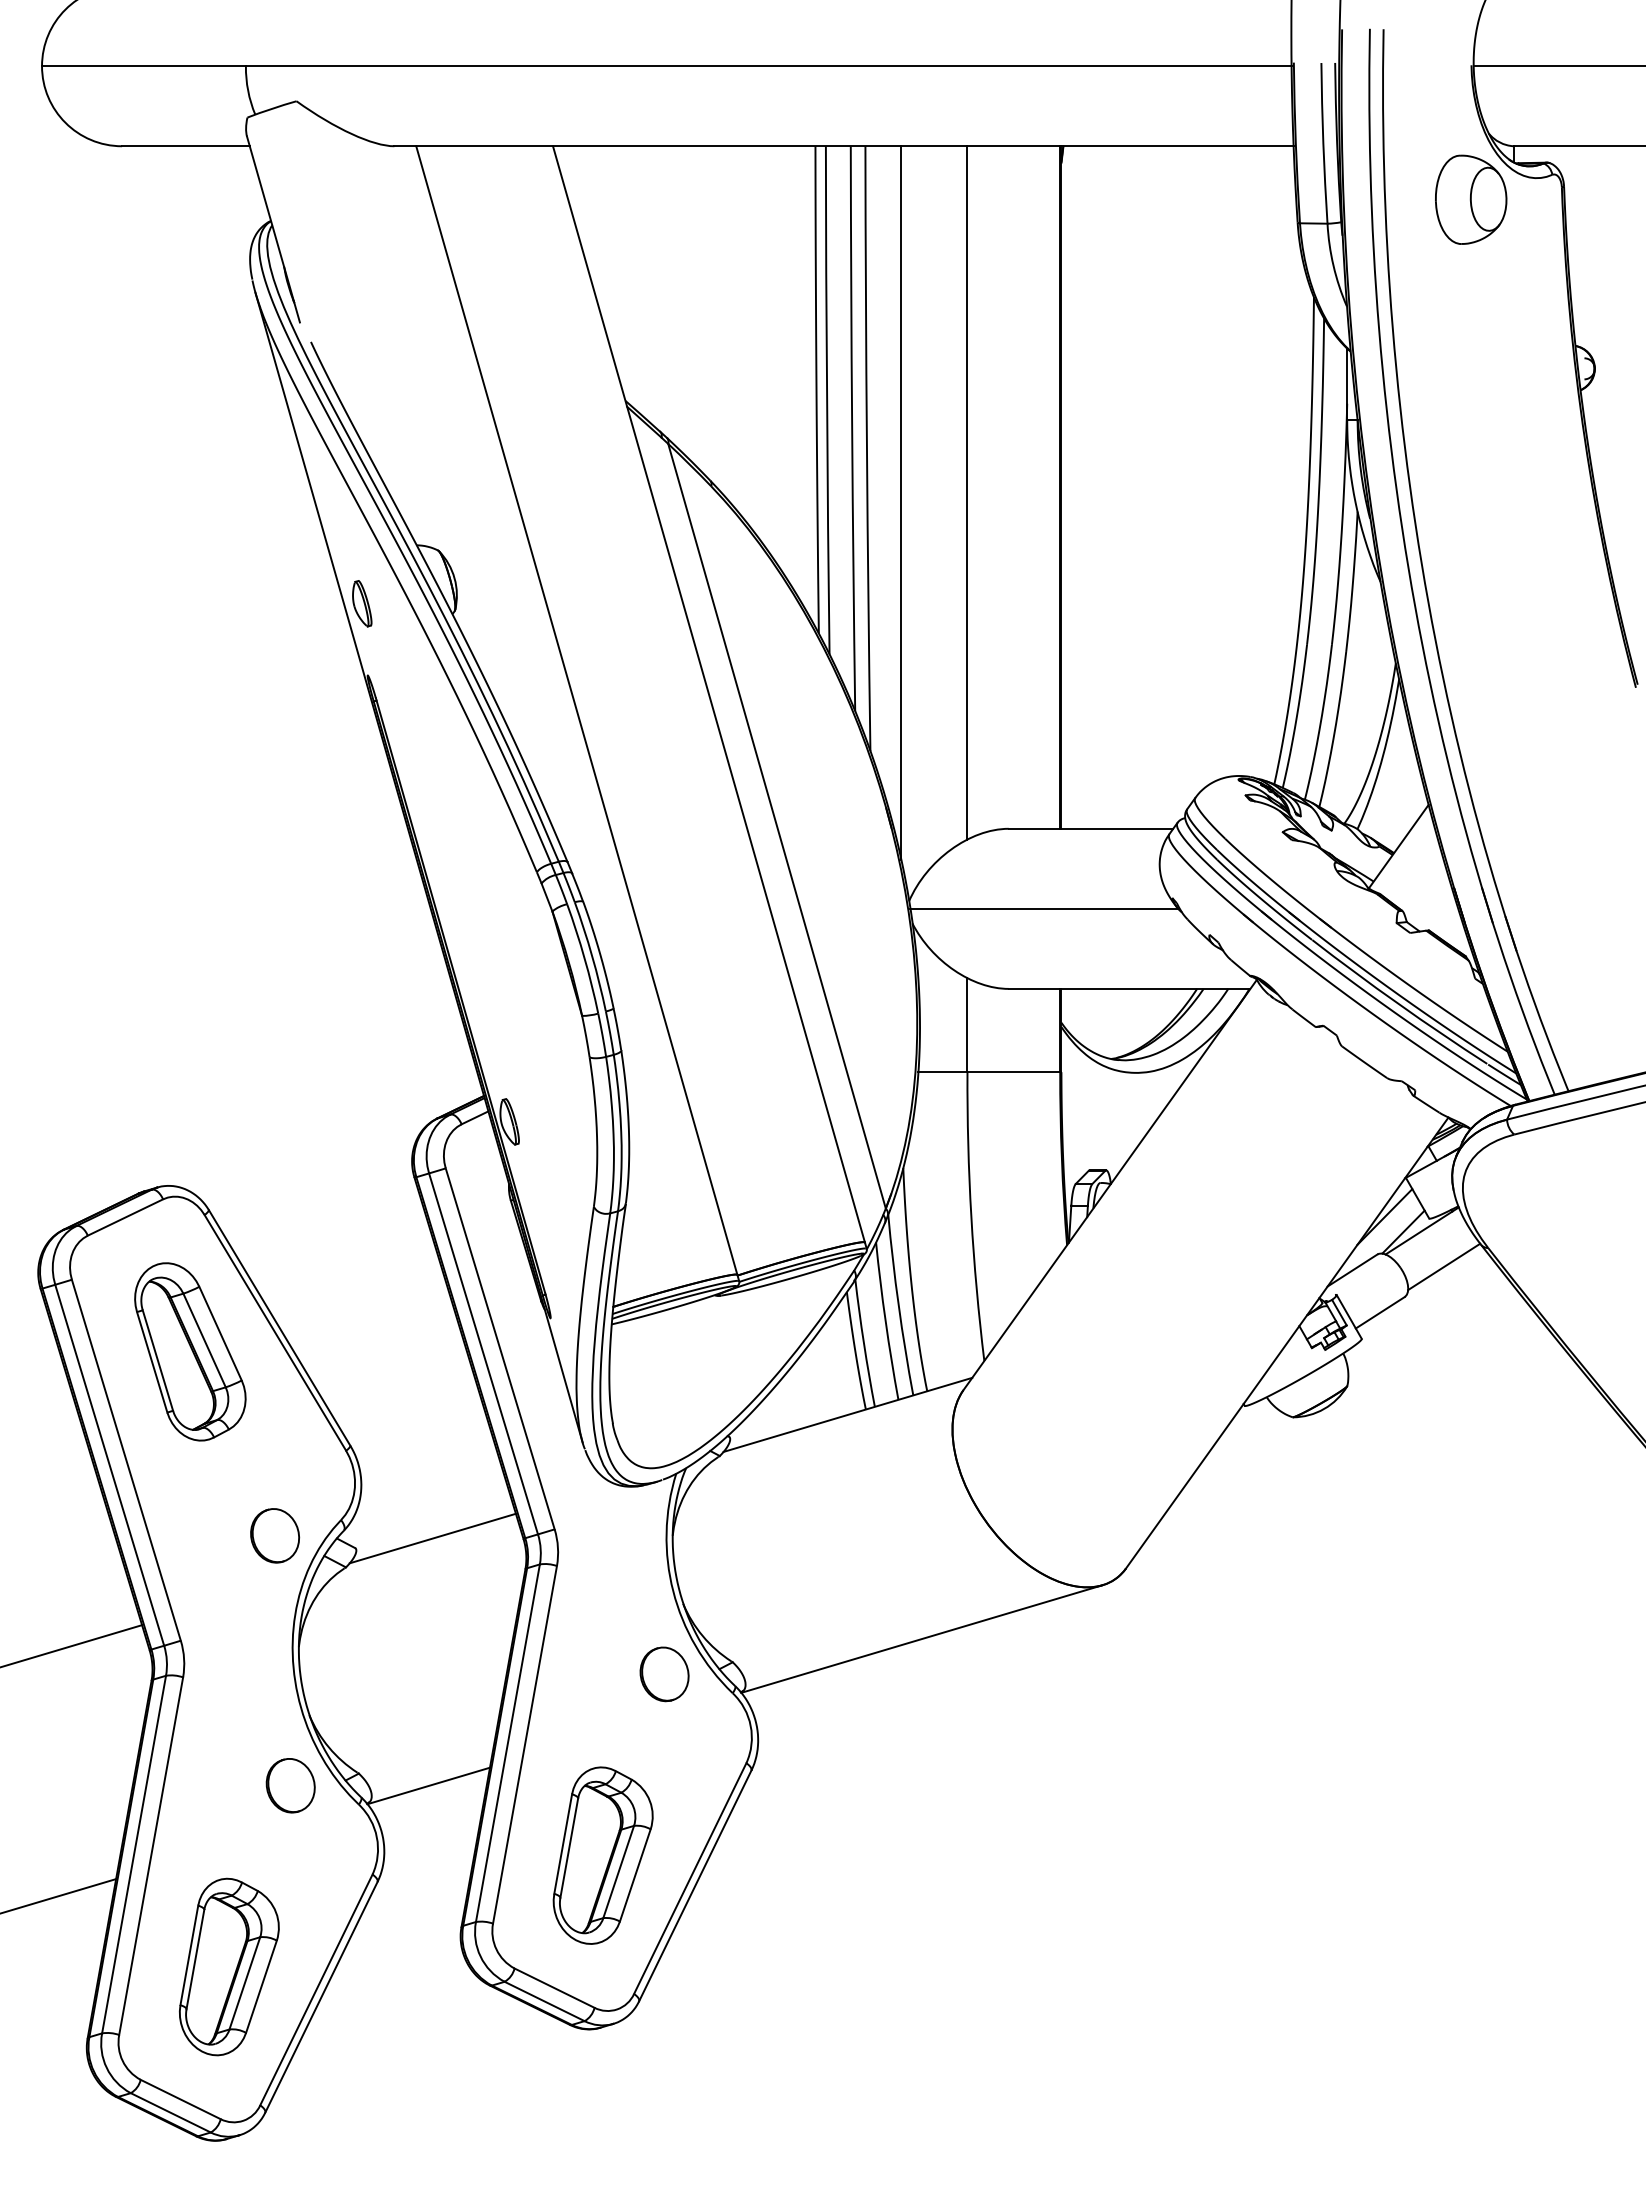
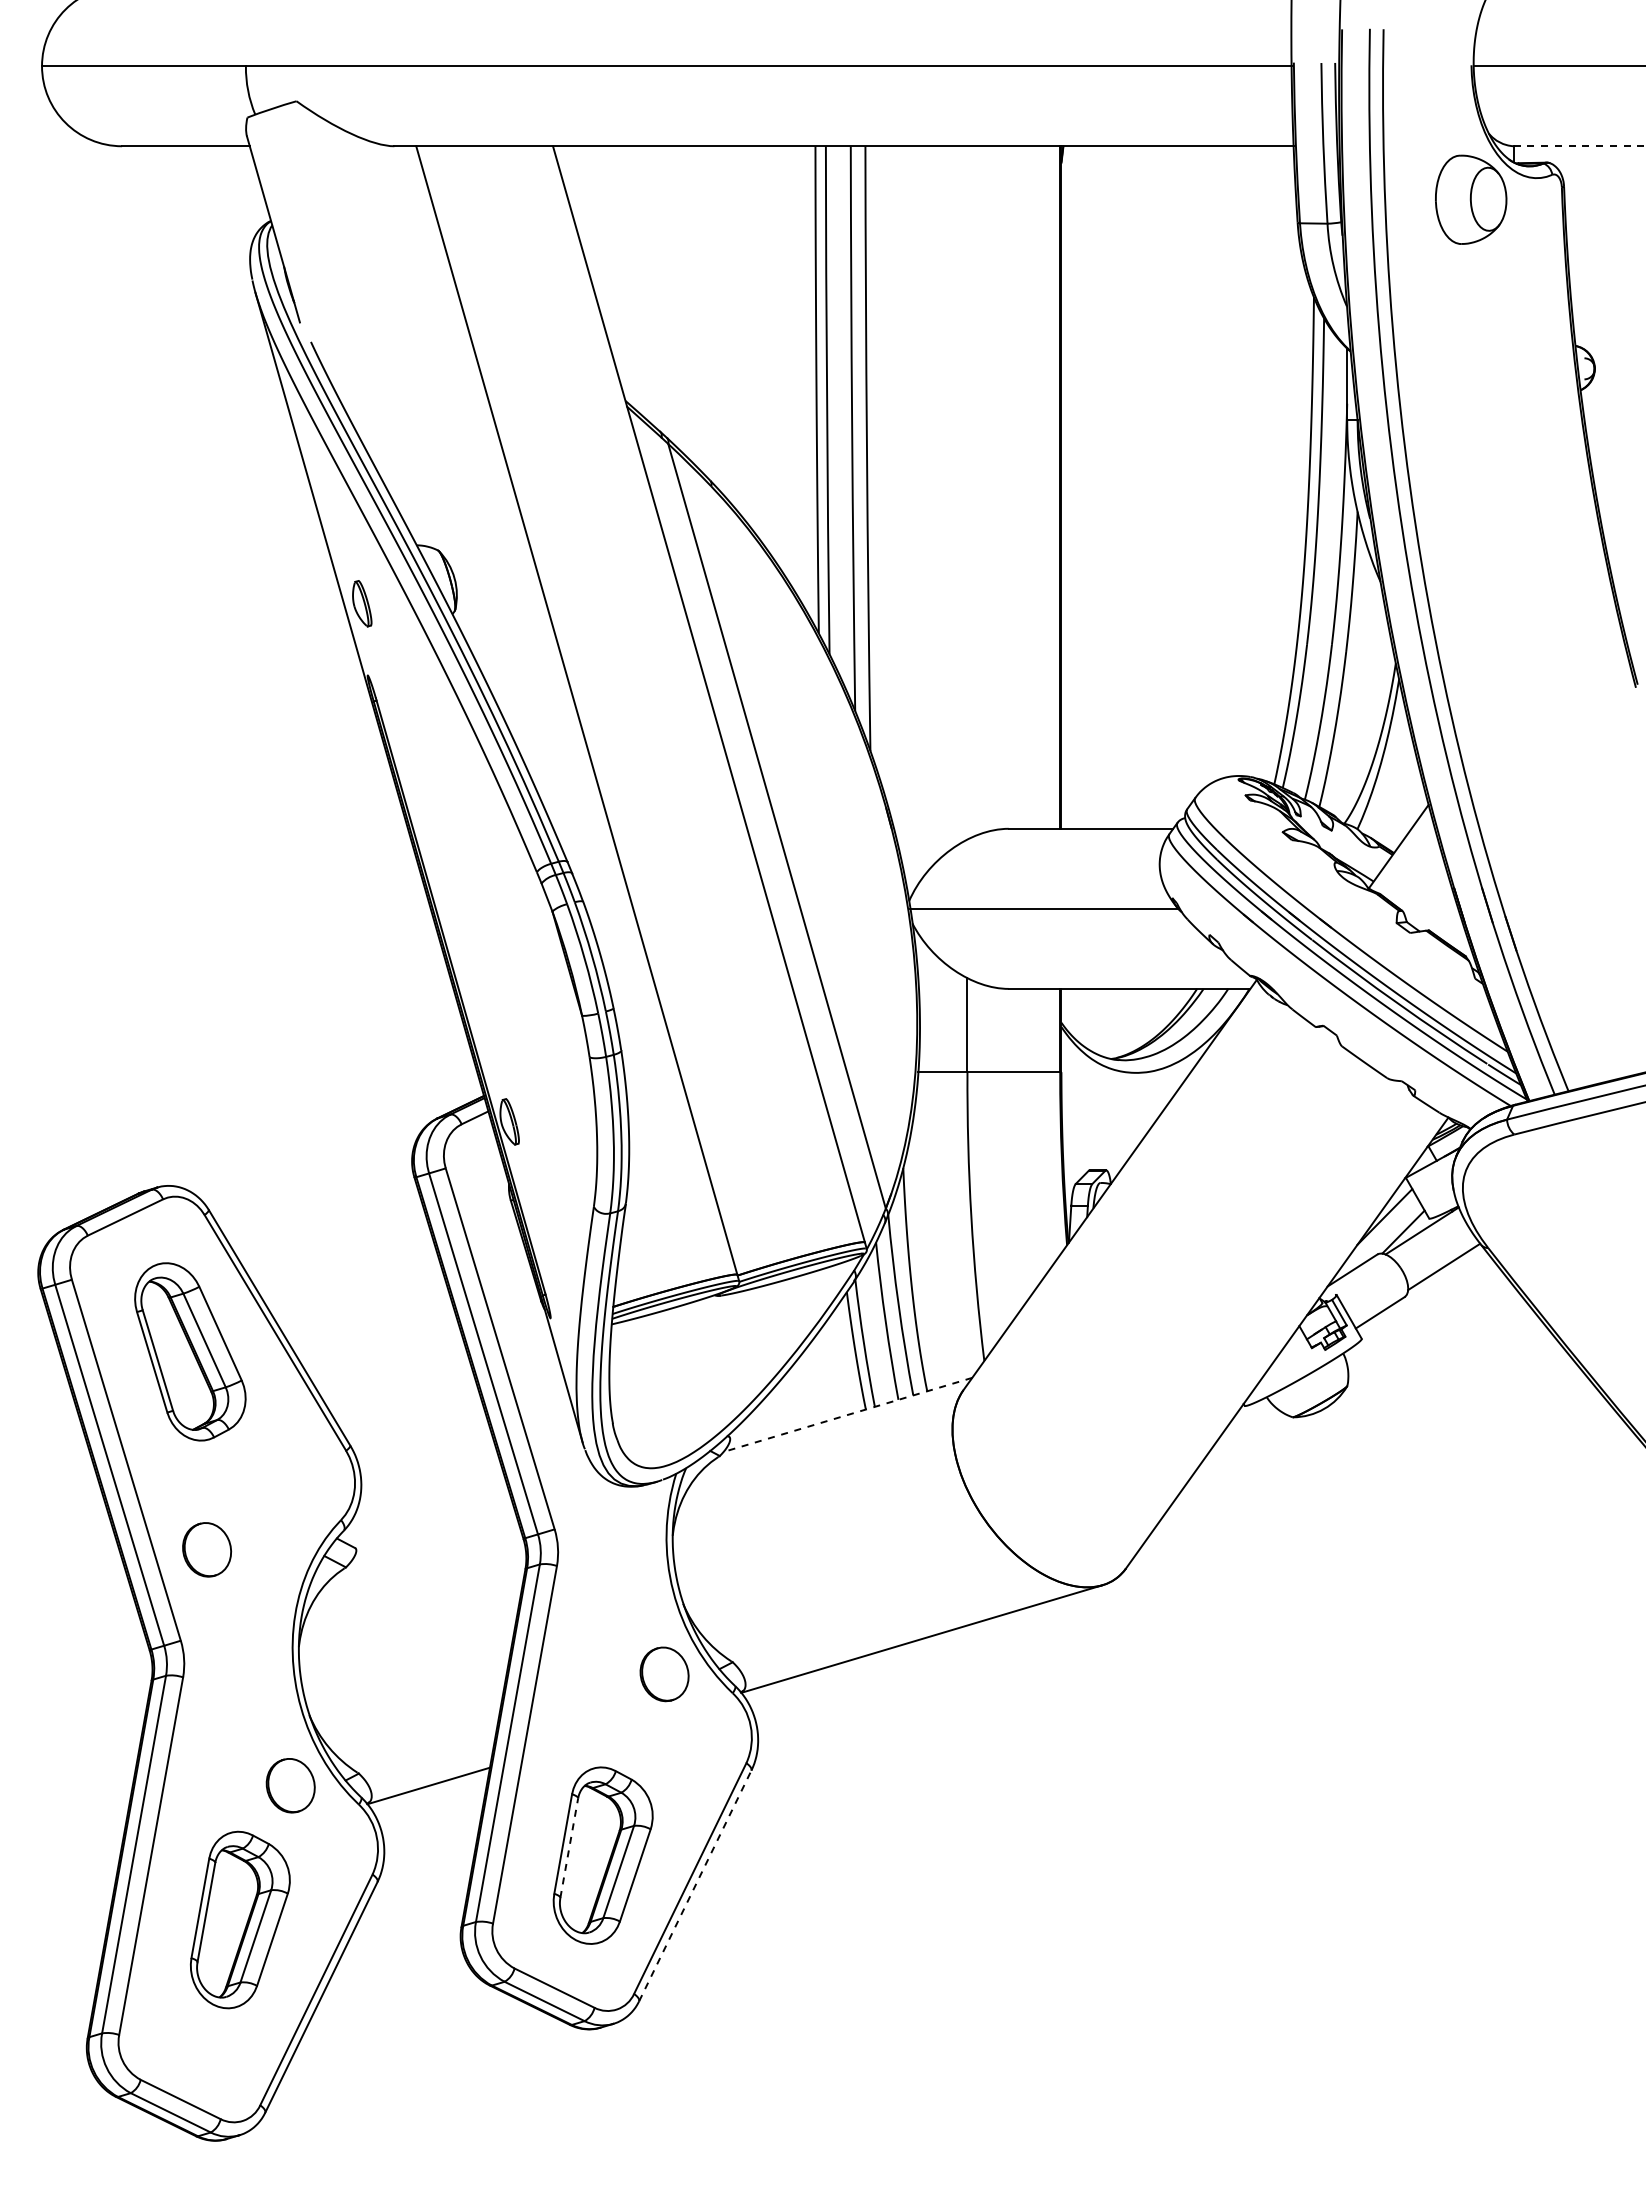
line at (1579, 146): solid -> dashed
line at (967, 492): present -> none
line at (901, 502): present -> none
line at (847, 1414): solid -> dashed
part at (275, 1535) position: (275, 1535) -> (207, 1549)
line at (432, 1538): present -> none
line at (72, 1645): present -> none
line at (569, 1848): solid -> dashed
line at (695, 1885): solid -> dashed
line at (59, 1895): present -> none
part at (229, 1966) position: (229, 1966) -> (240, 1919)
